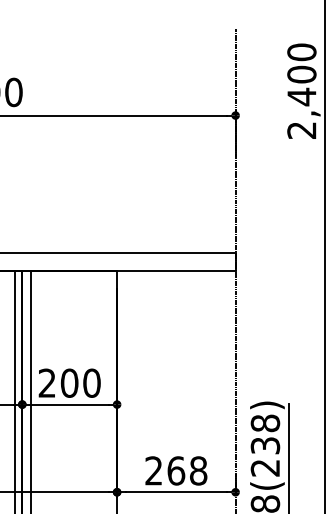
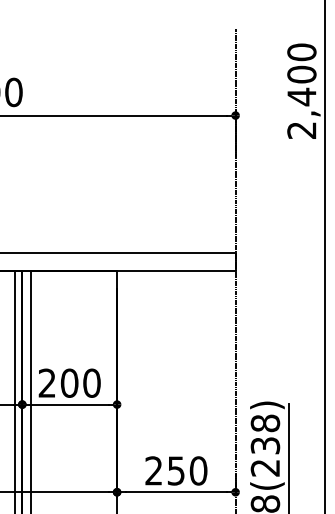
text at (187, 470): 268 -> 250
